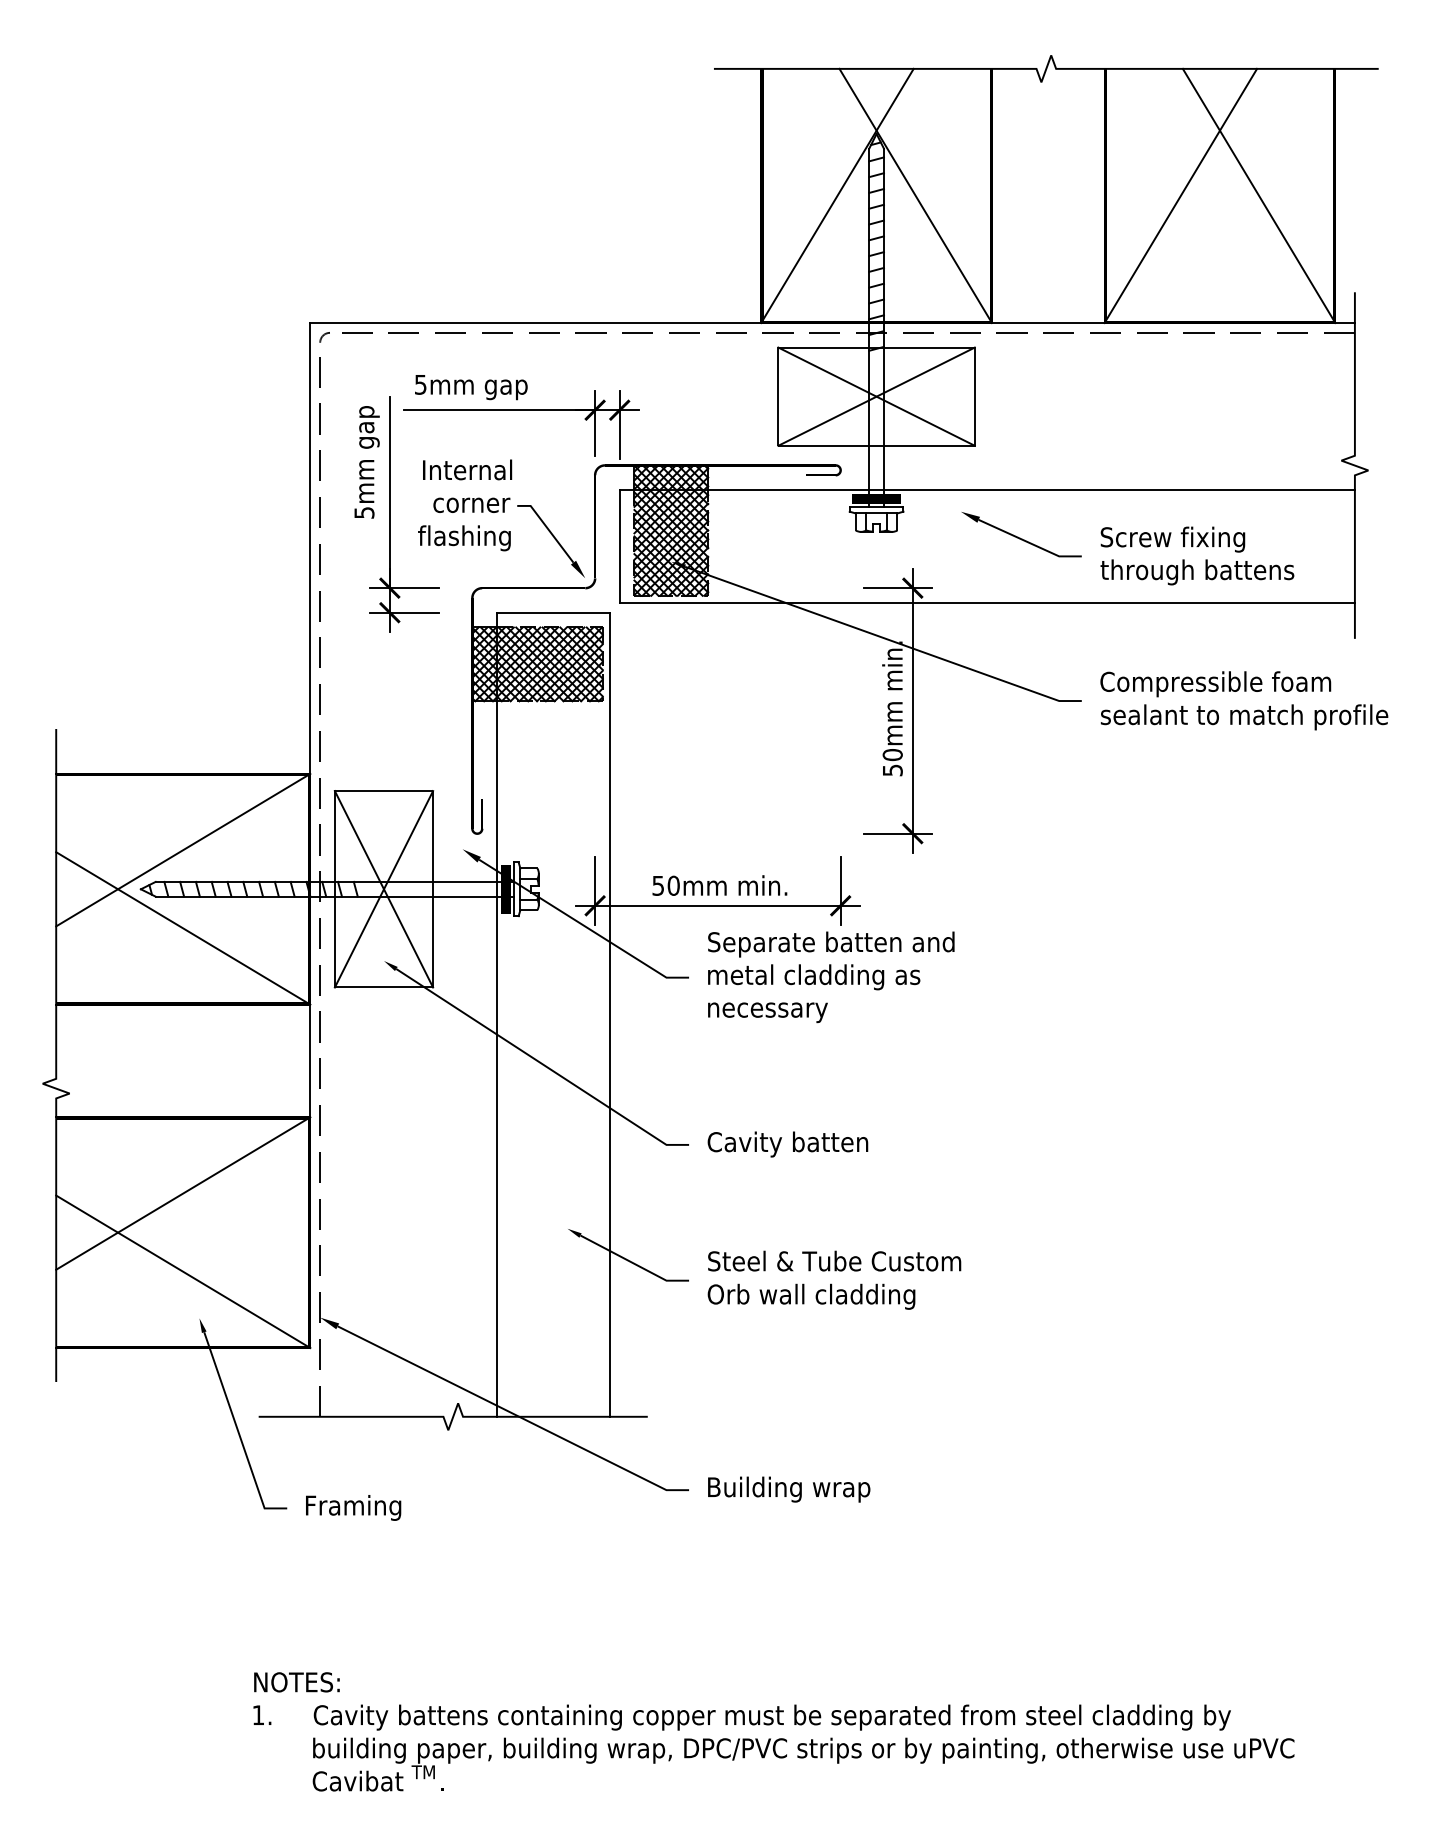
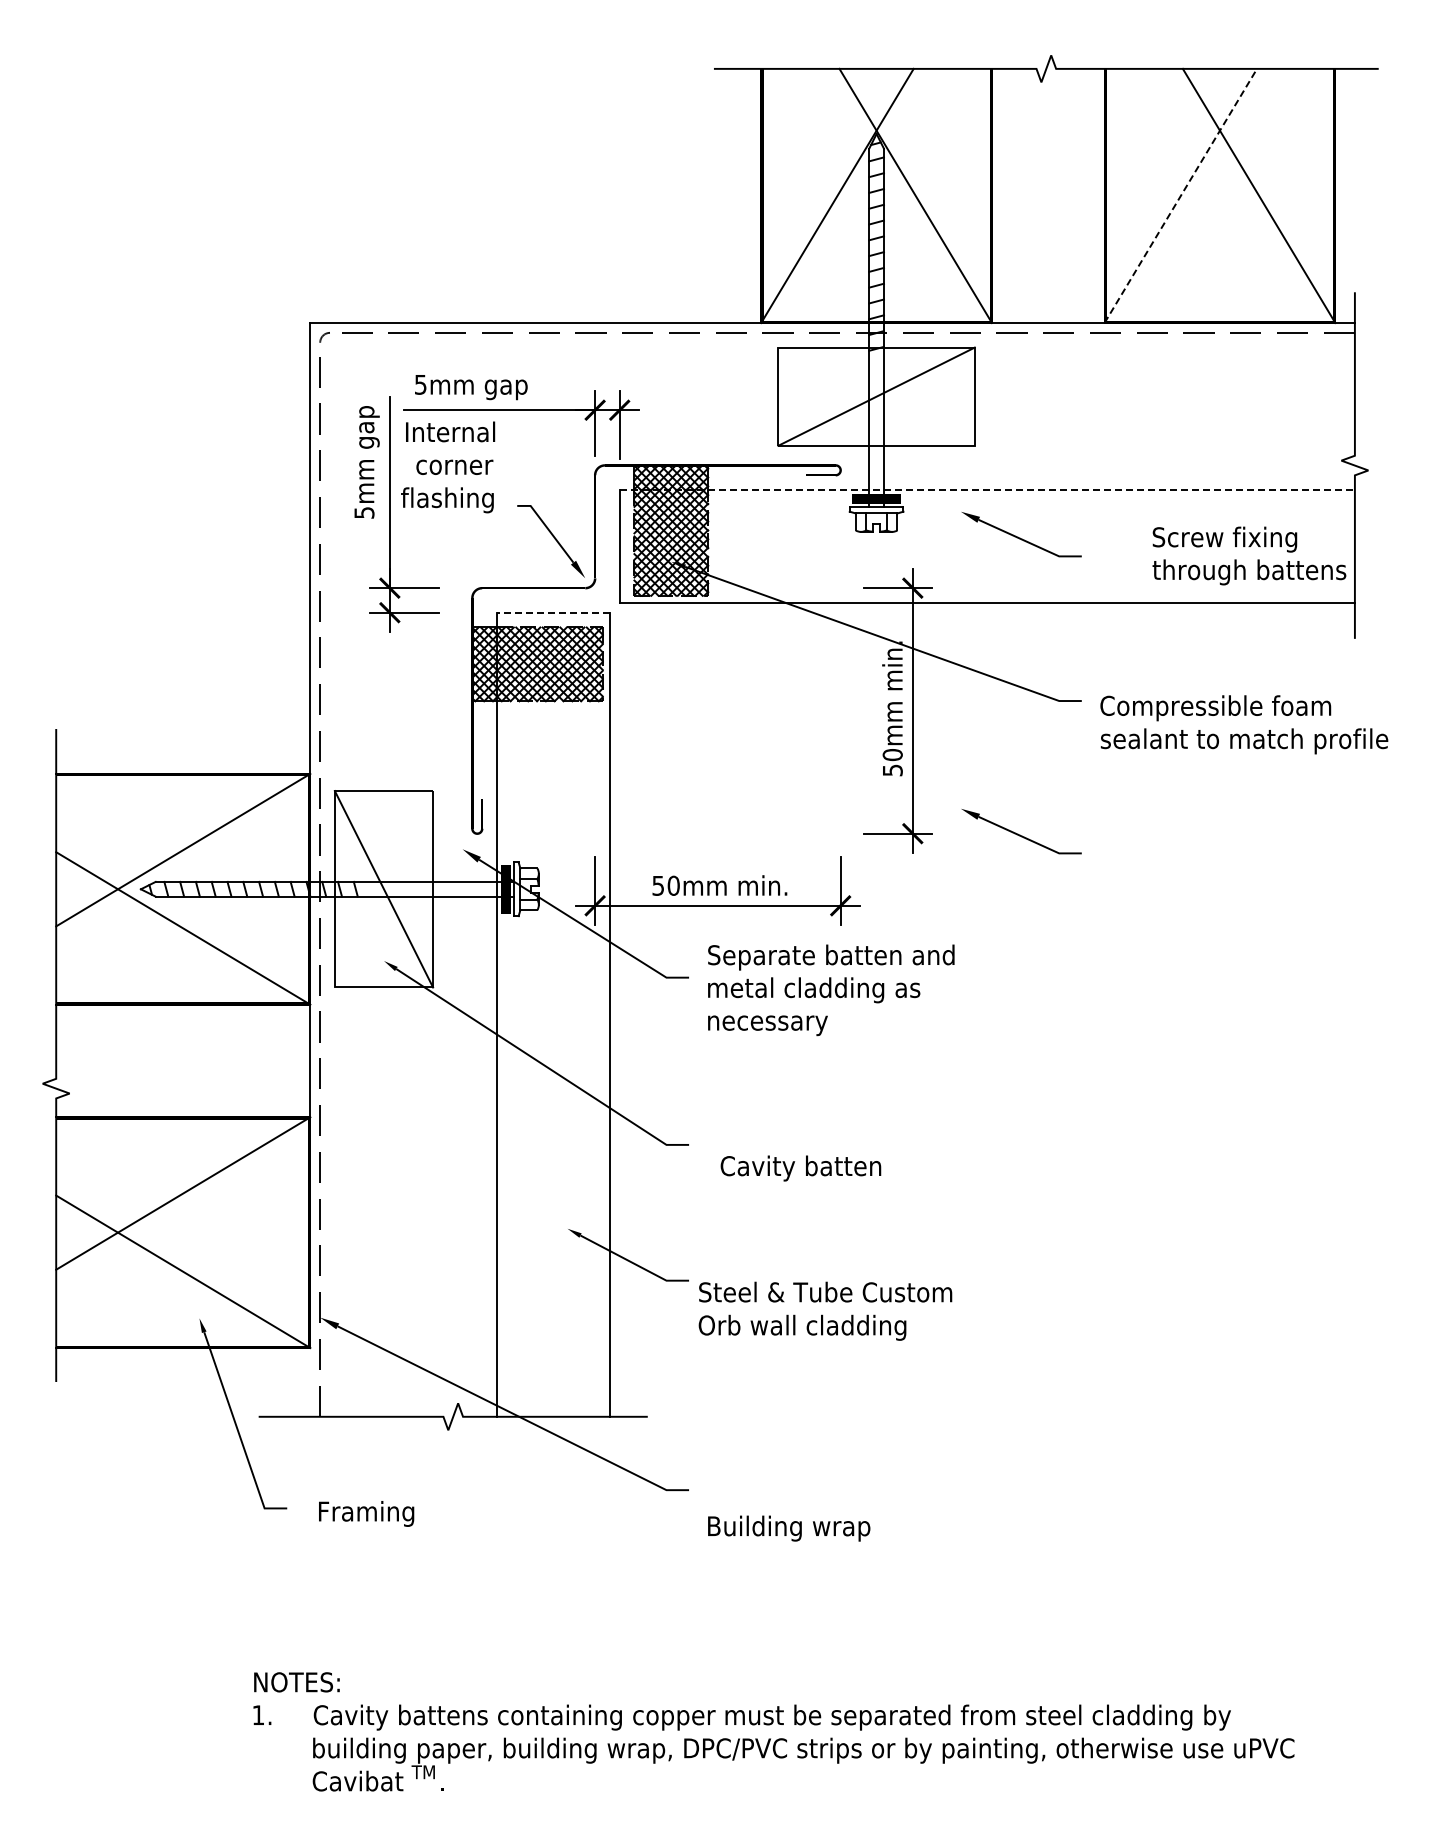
line at (1181, 195): solid -> dashed
line at (876, 396): present -> none
line at (987, 489): solid -> dashed
text at (465, 505) position: (465, 505) -> (448, 467)
text at (1197, 555) position: (1197, 555) -> (1249, 555)
line at (553, 612): solid -> dashed
text at (1244, 700) position: (1244, 700) -> (1244, 724)
part at (1021, 831): none -> present
line at (383, 889): present -> none
text at (831, 977) position: (831, 977) -> (831, 990)
text at (787, 1144) position: (787, 1144) -> (800, 1168)
text at (834, 1279) position: (834, 1279) -> (825, 1310)
text at (789, 1489) position: (789, 1489) -> (789, 1528)
text at (353, 1507) position: (353, 1507) -> (366, 1513)
